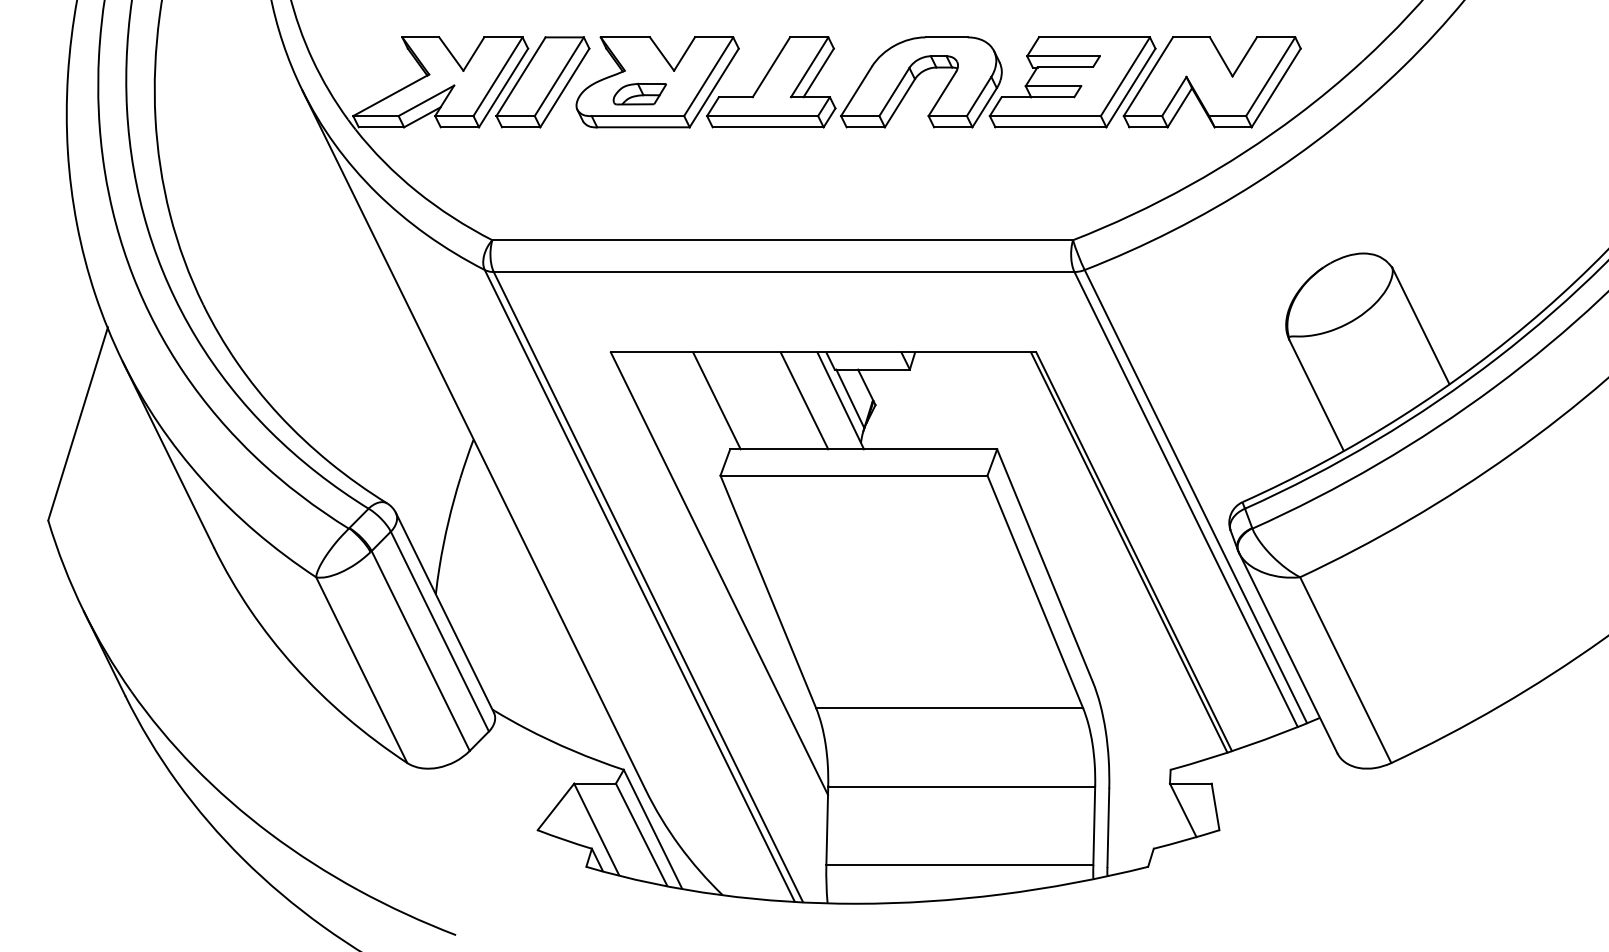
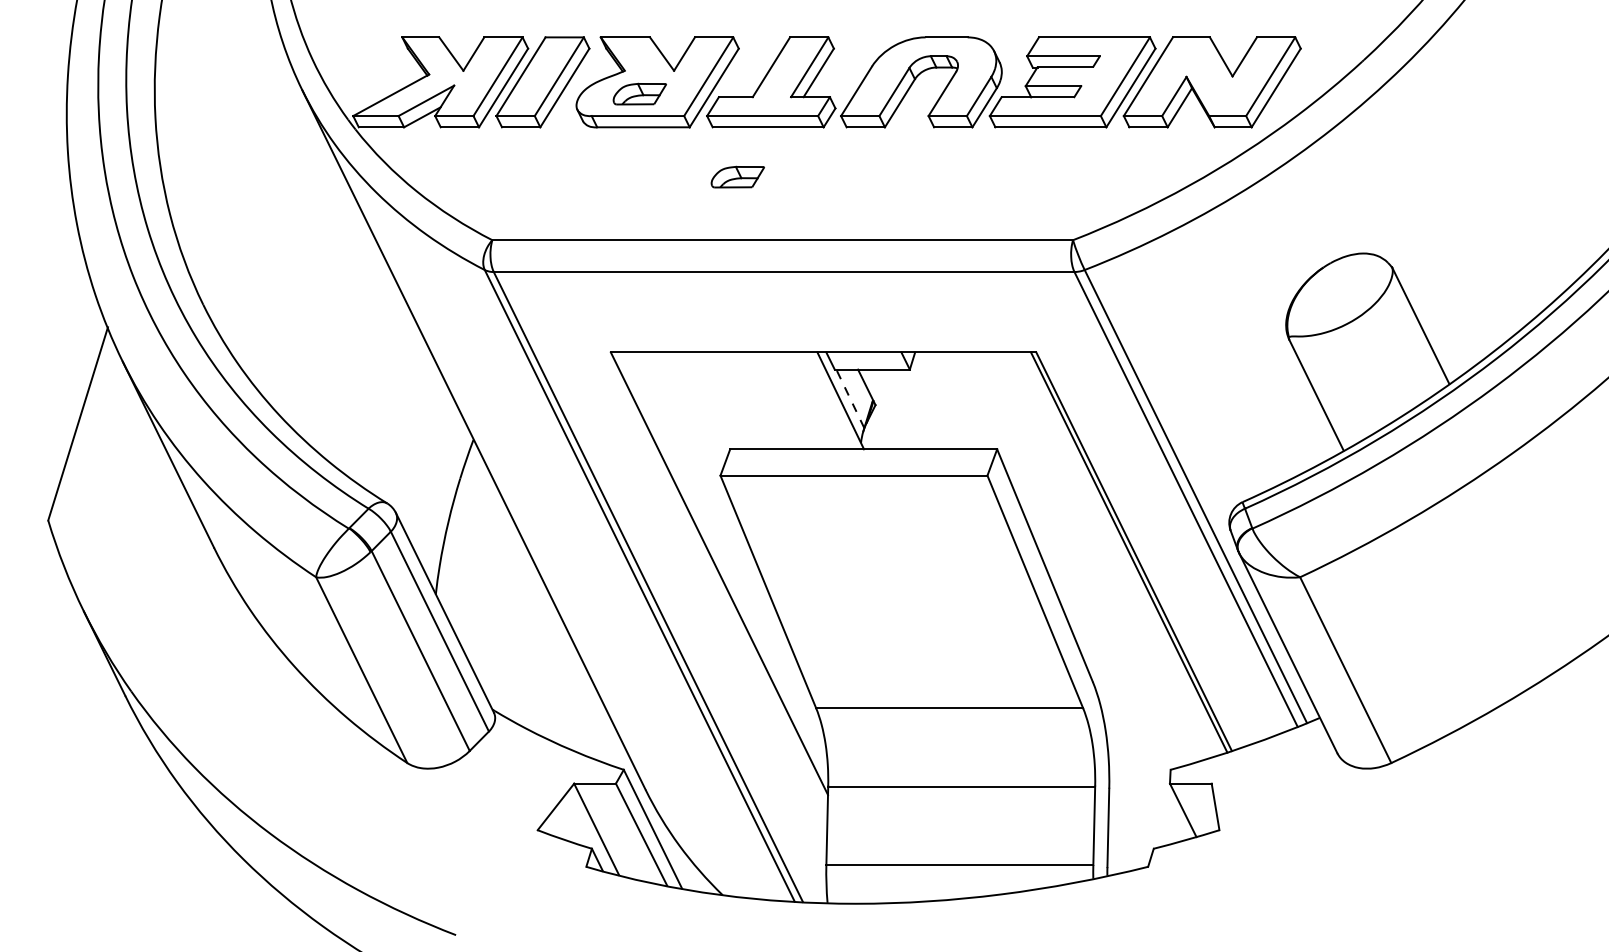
part at (737, 176): none -> present
line at (850, 398): solid -> dashed
line at (716, 400): present -> none
line at (804, 400): present -> none
